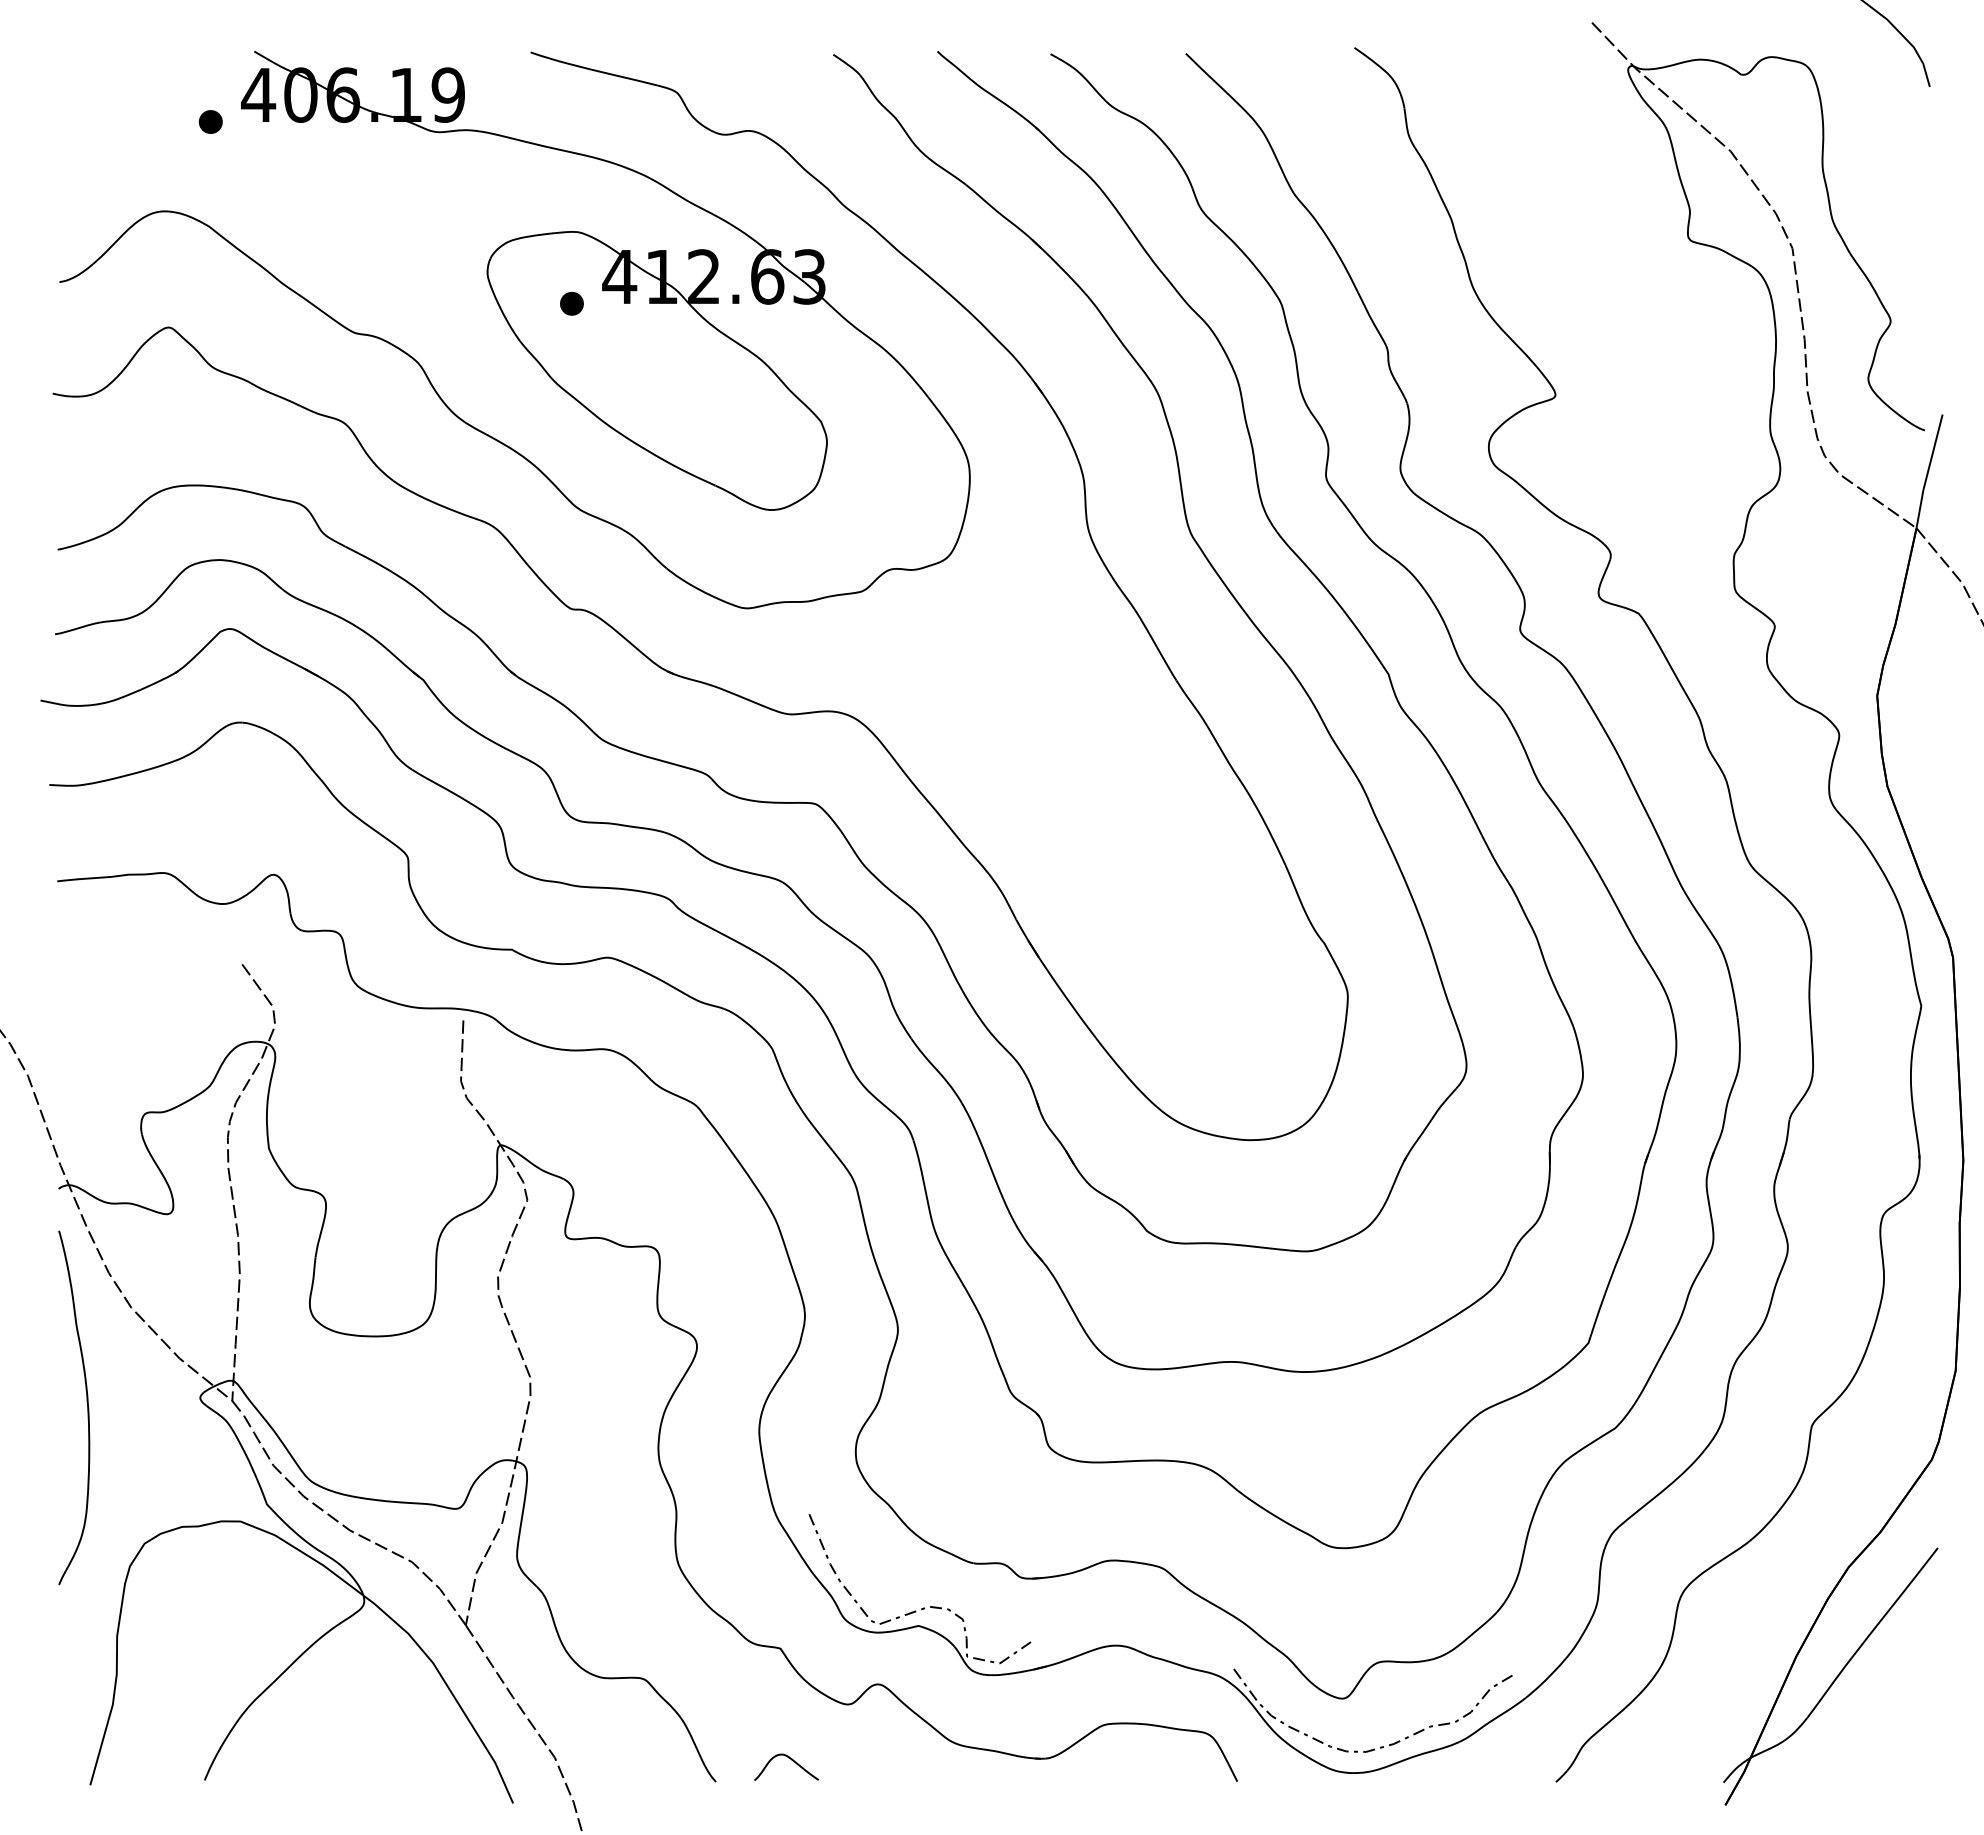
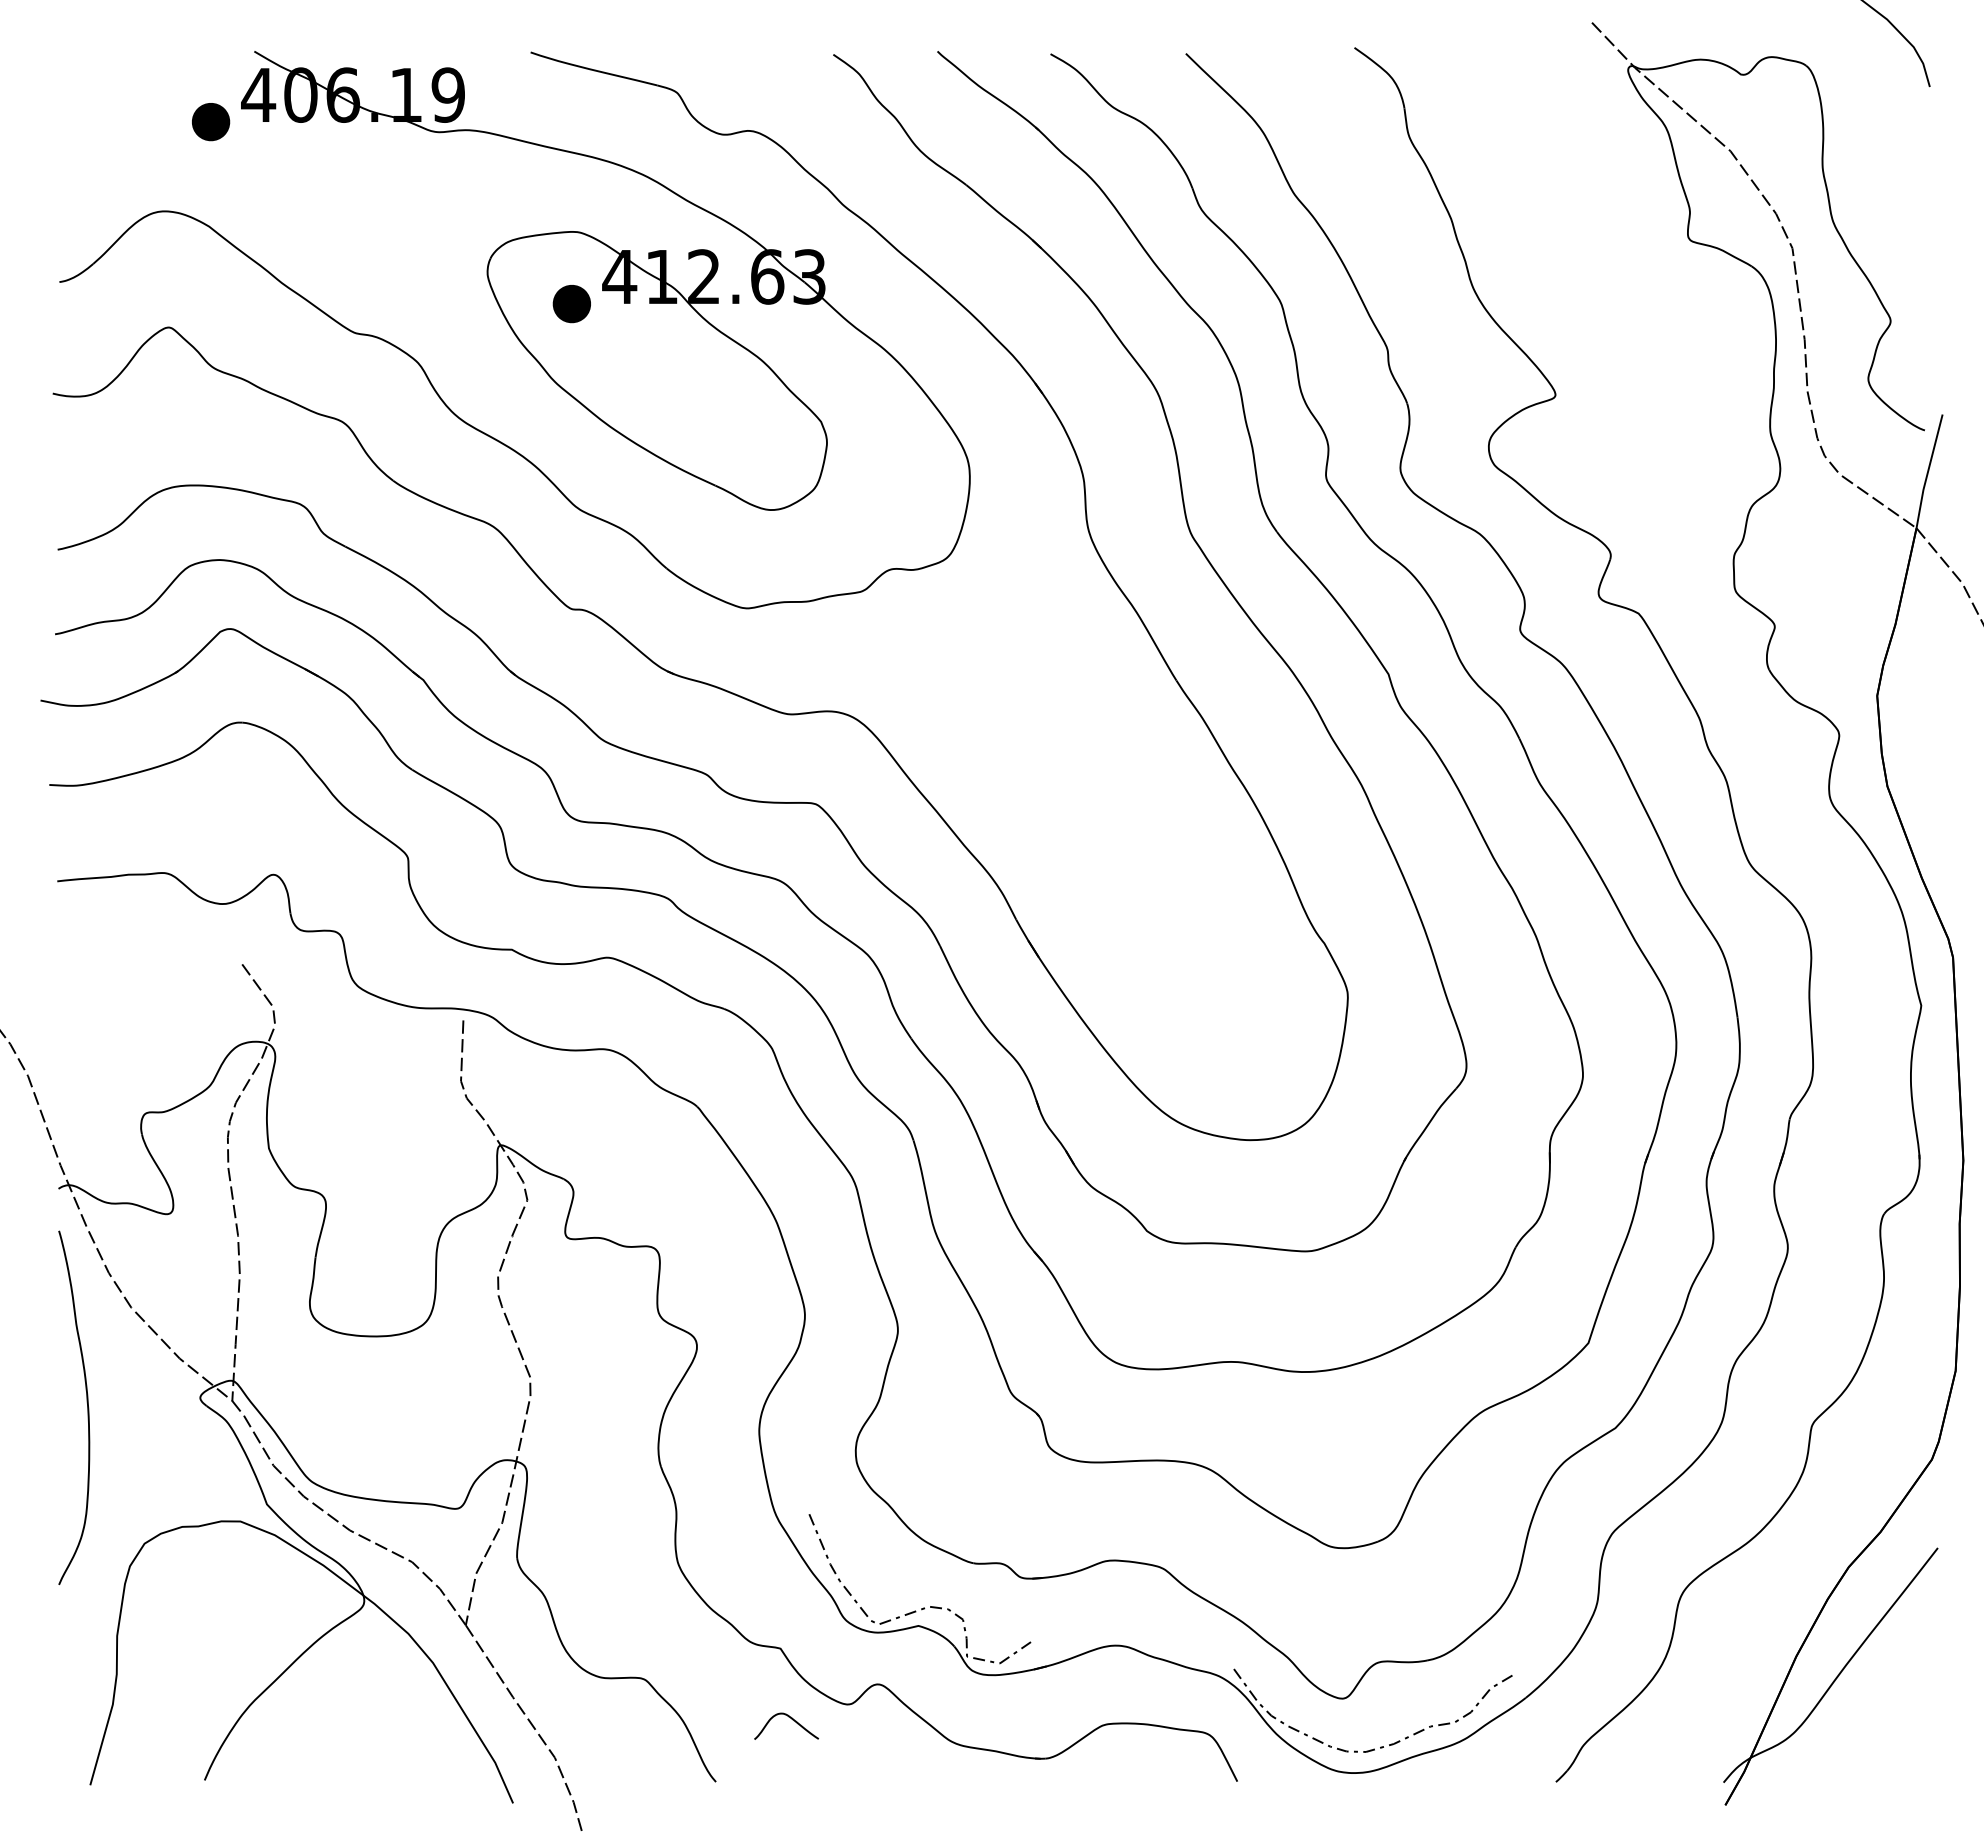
part at (210, 121) size: 25x24 px -> 39x39 px
part at (571, 303) size: 24x25 px -> 39x39 px
curve at (791, 1760) position: (791, 1760) -> (791, 1719)
